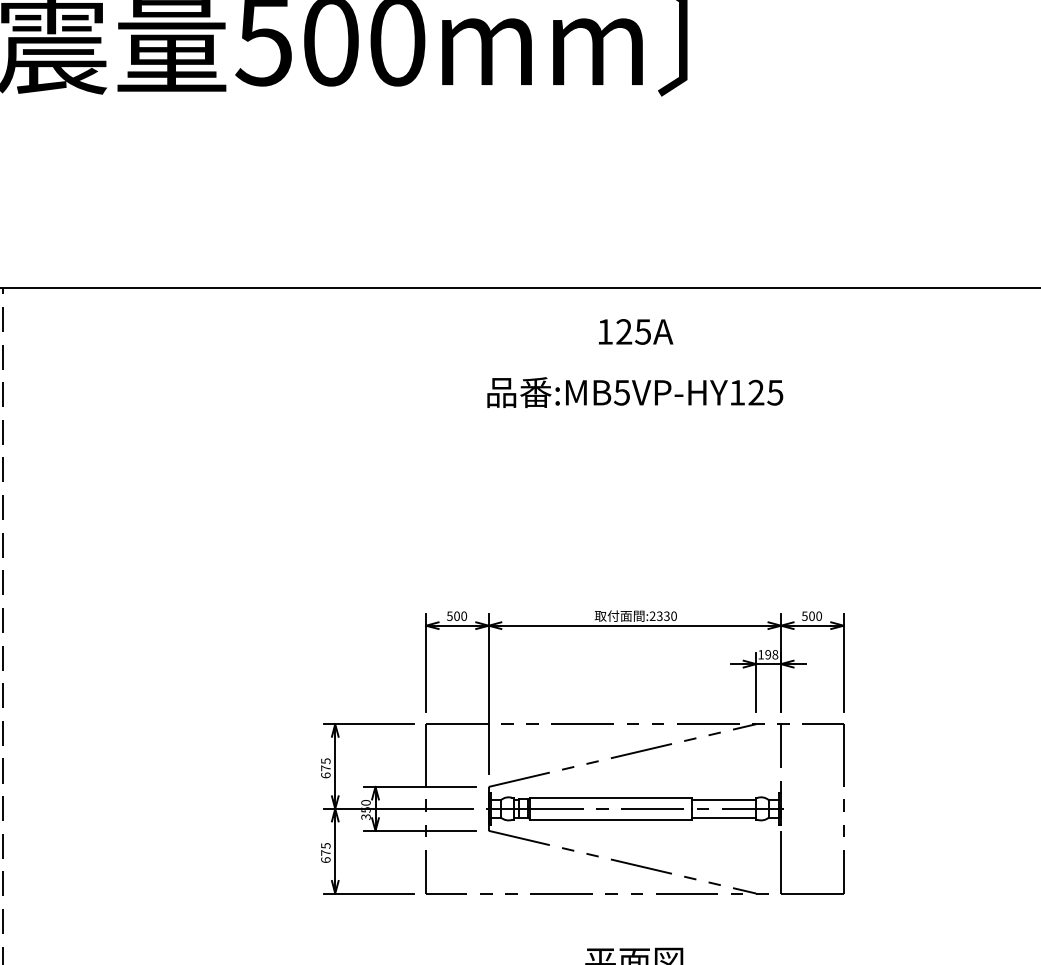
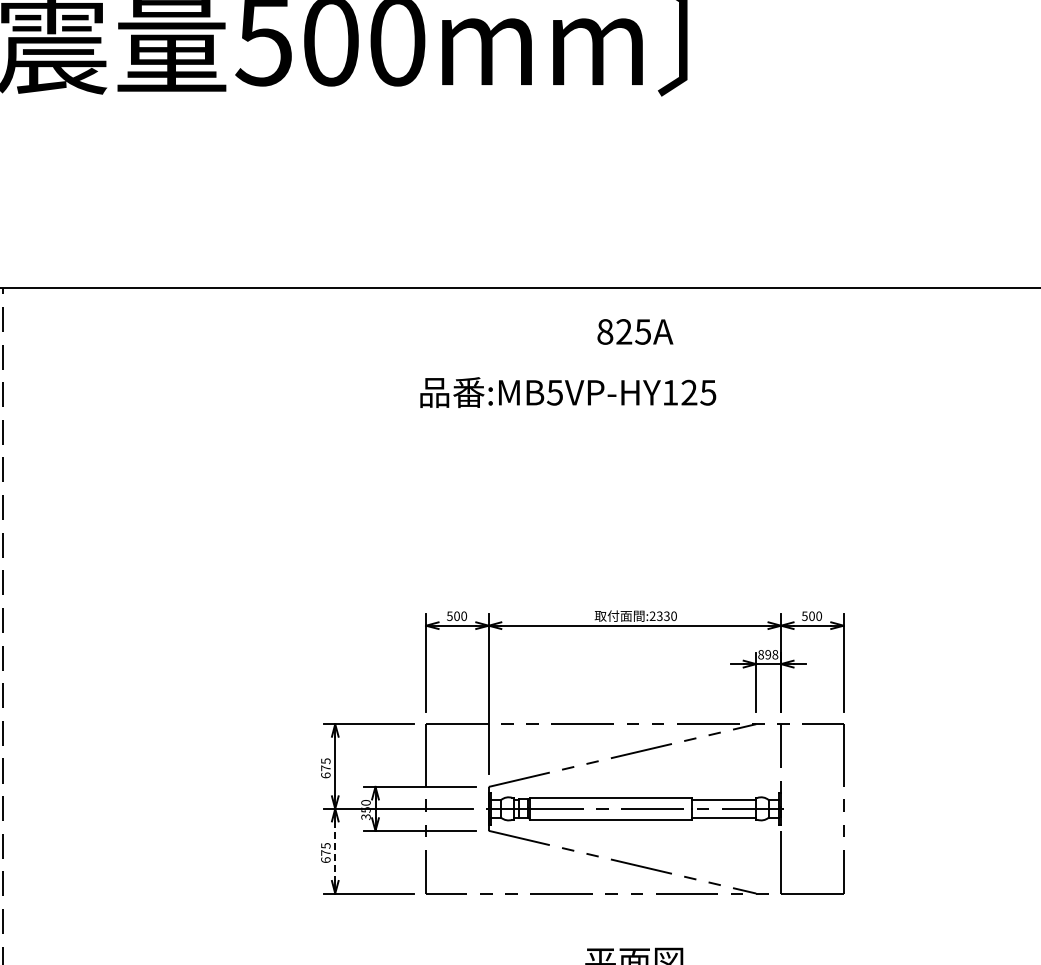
text at (605, 331): 125A -> 825A
text at (635, 392) position: (635, 392) -> (568, 392)
text at (760, 654): 198 -> 898
line at (335, 851): solid -> dashed
